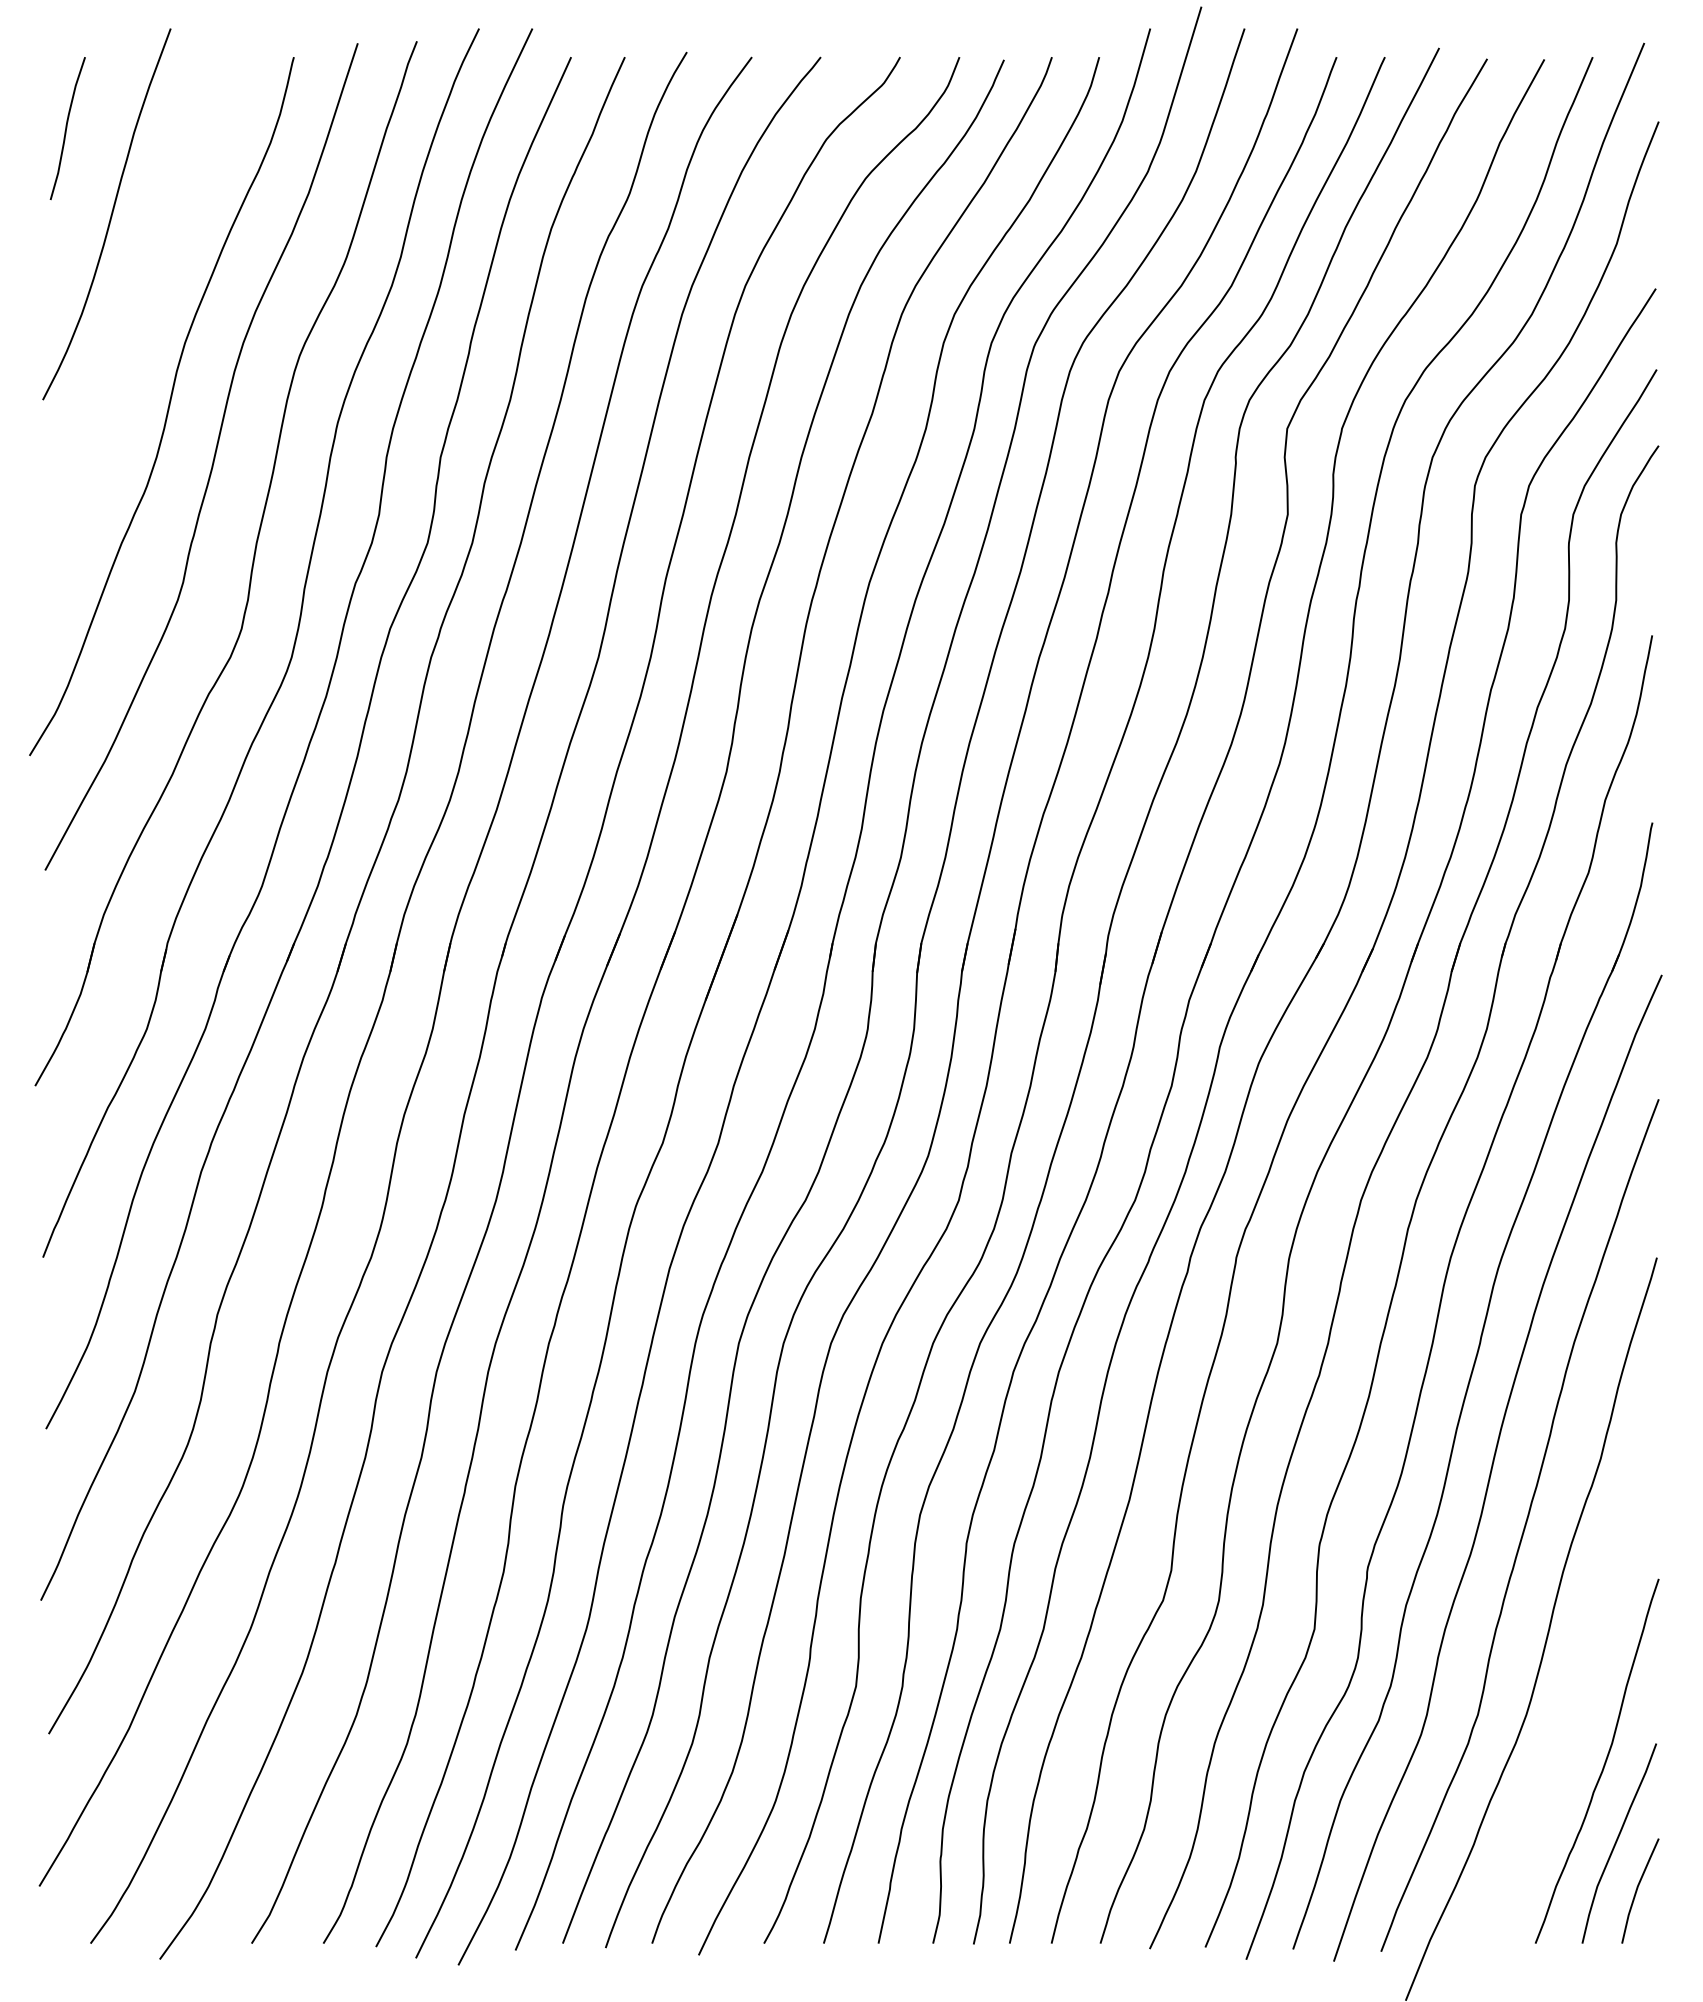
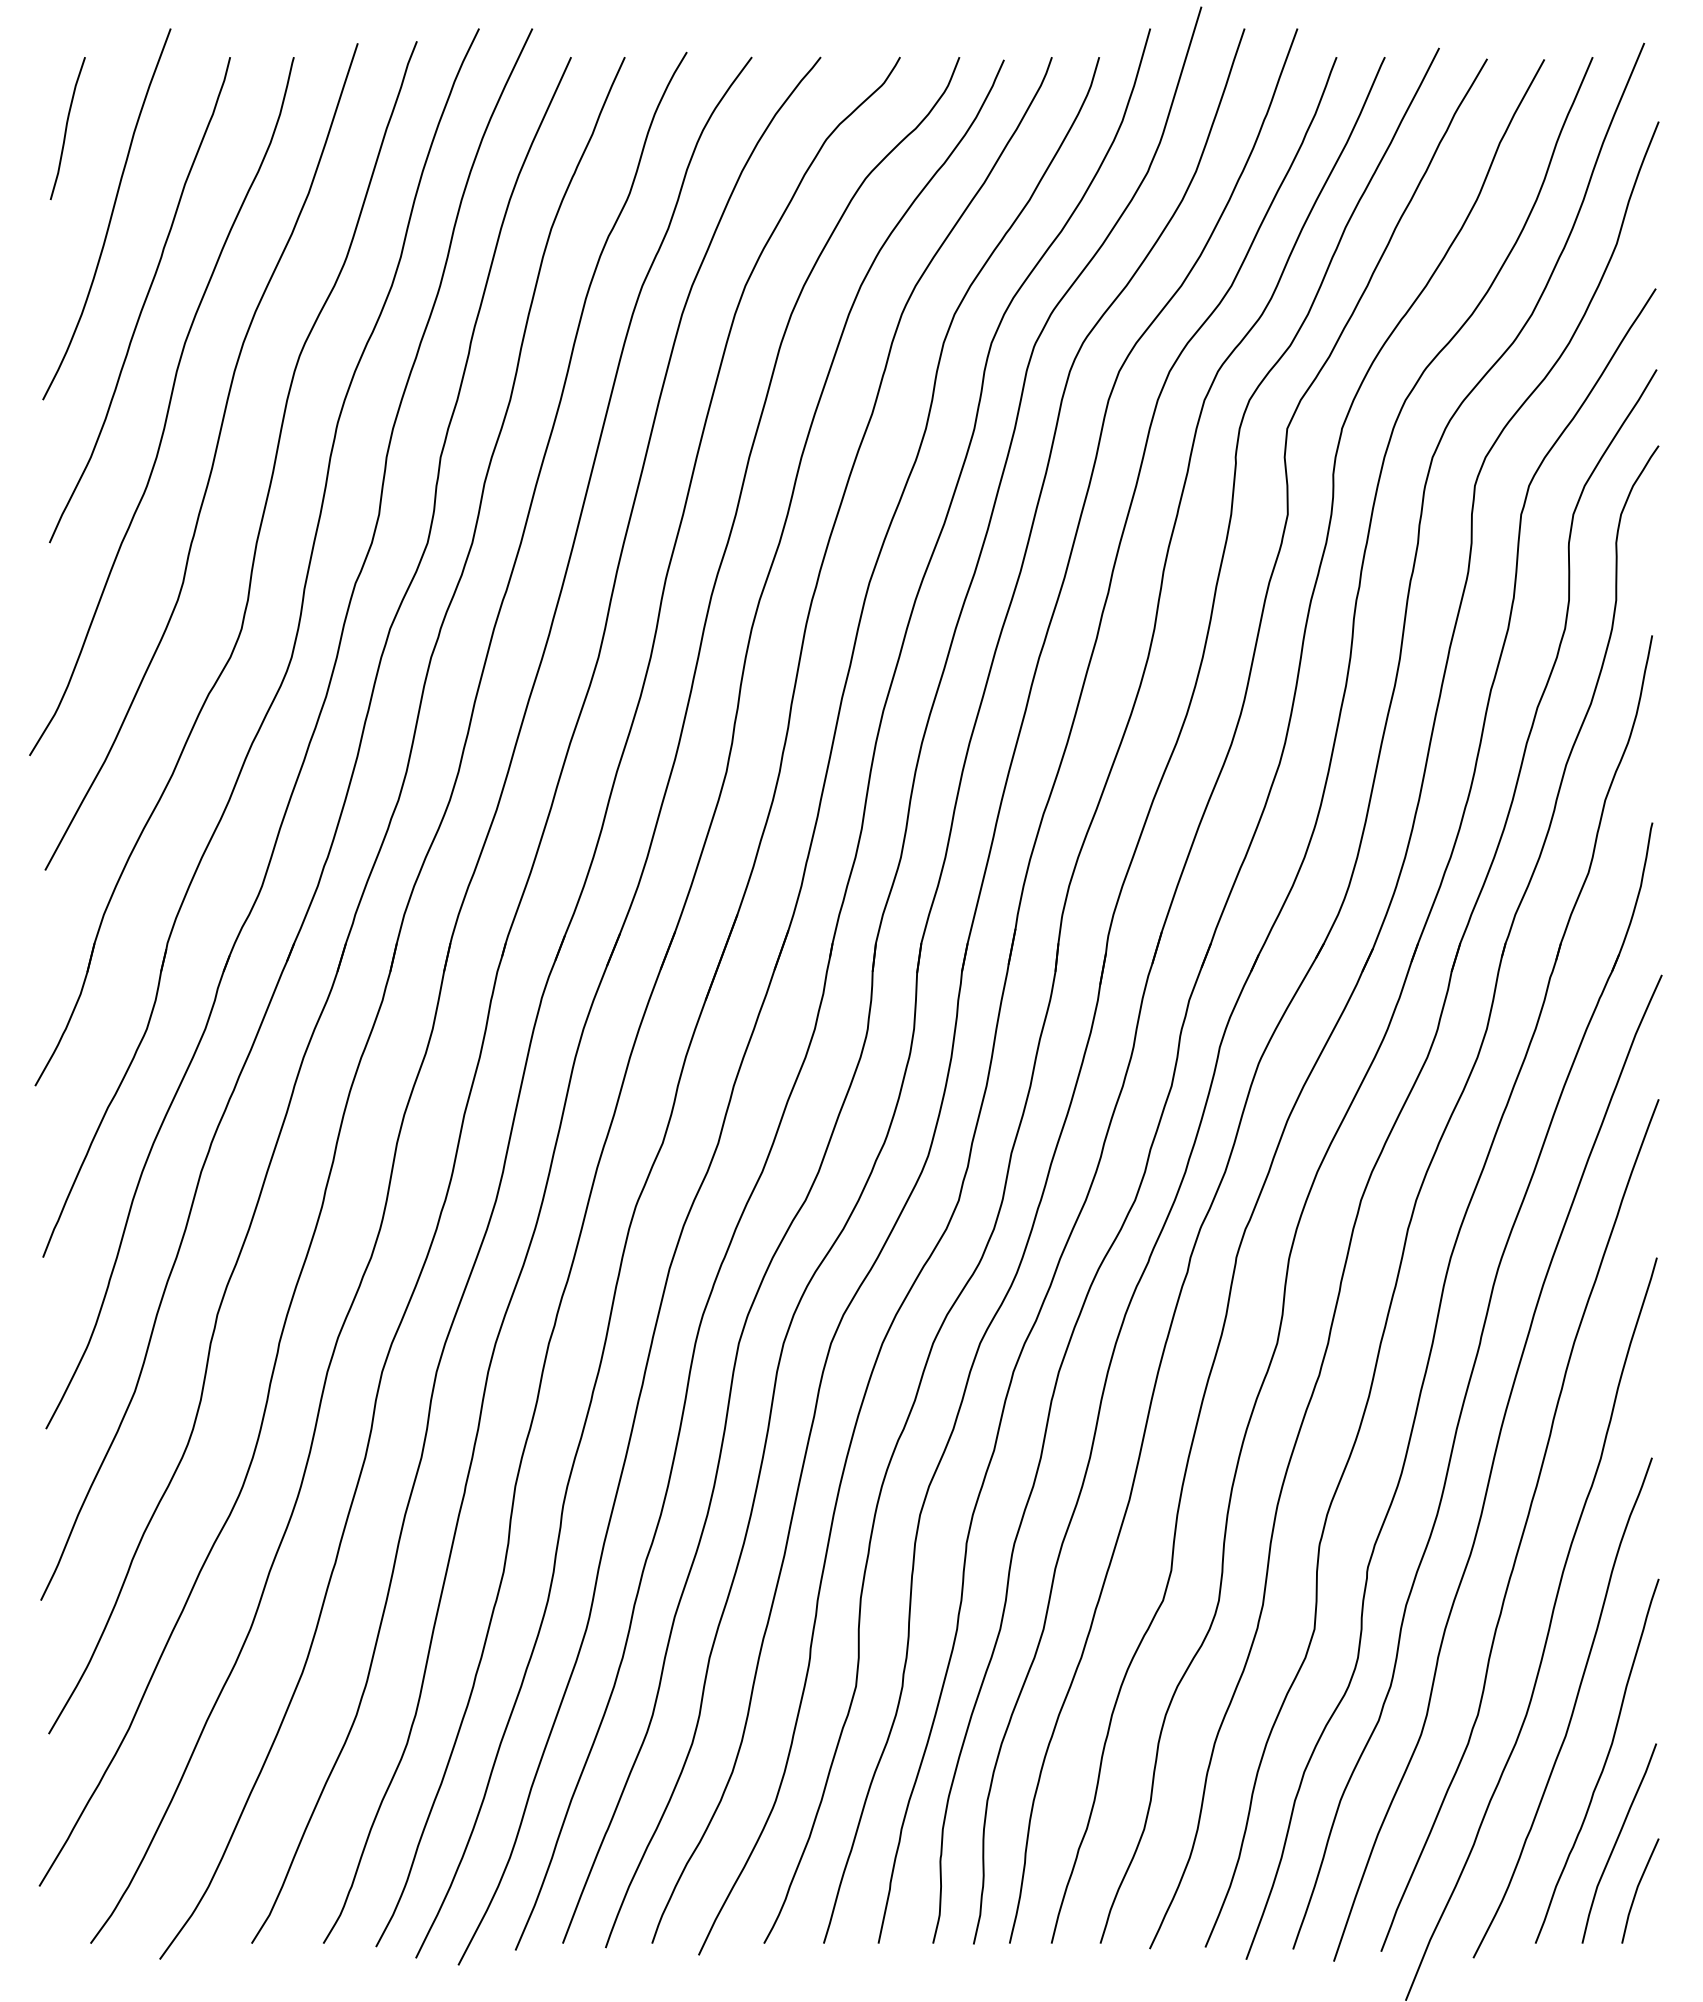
curve at (143, 302): none -> present
curve at (1572, 1709): none -> present
